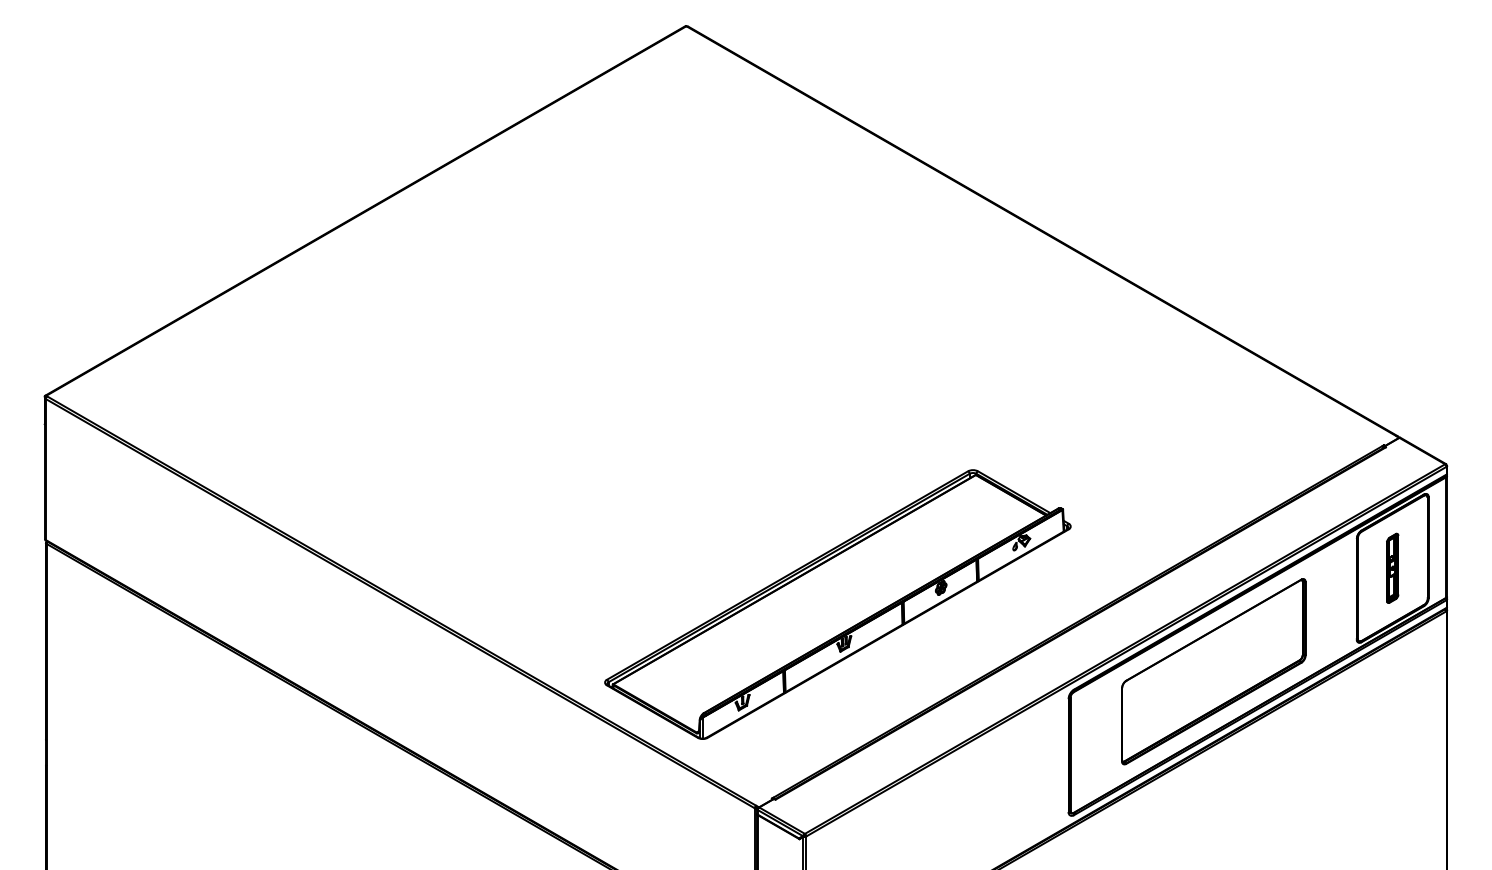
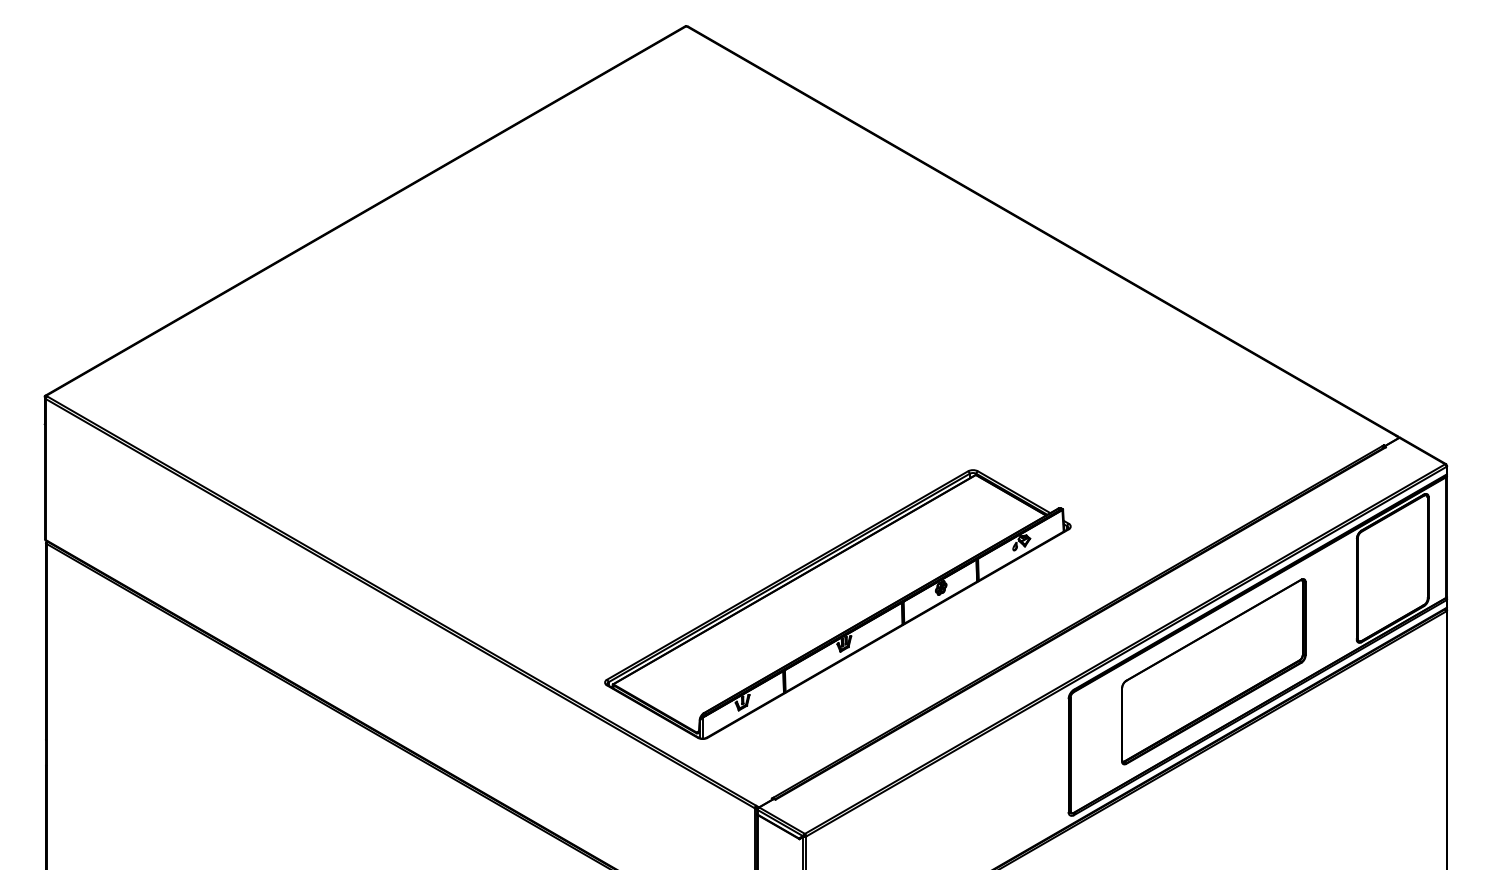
part at (1392, 567): present -> none
